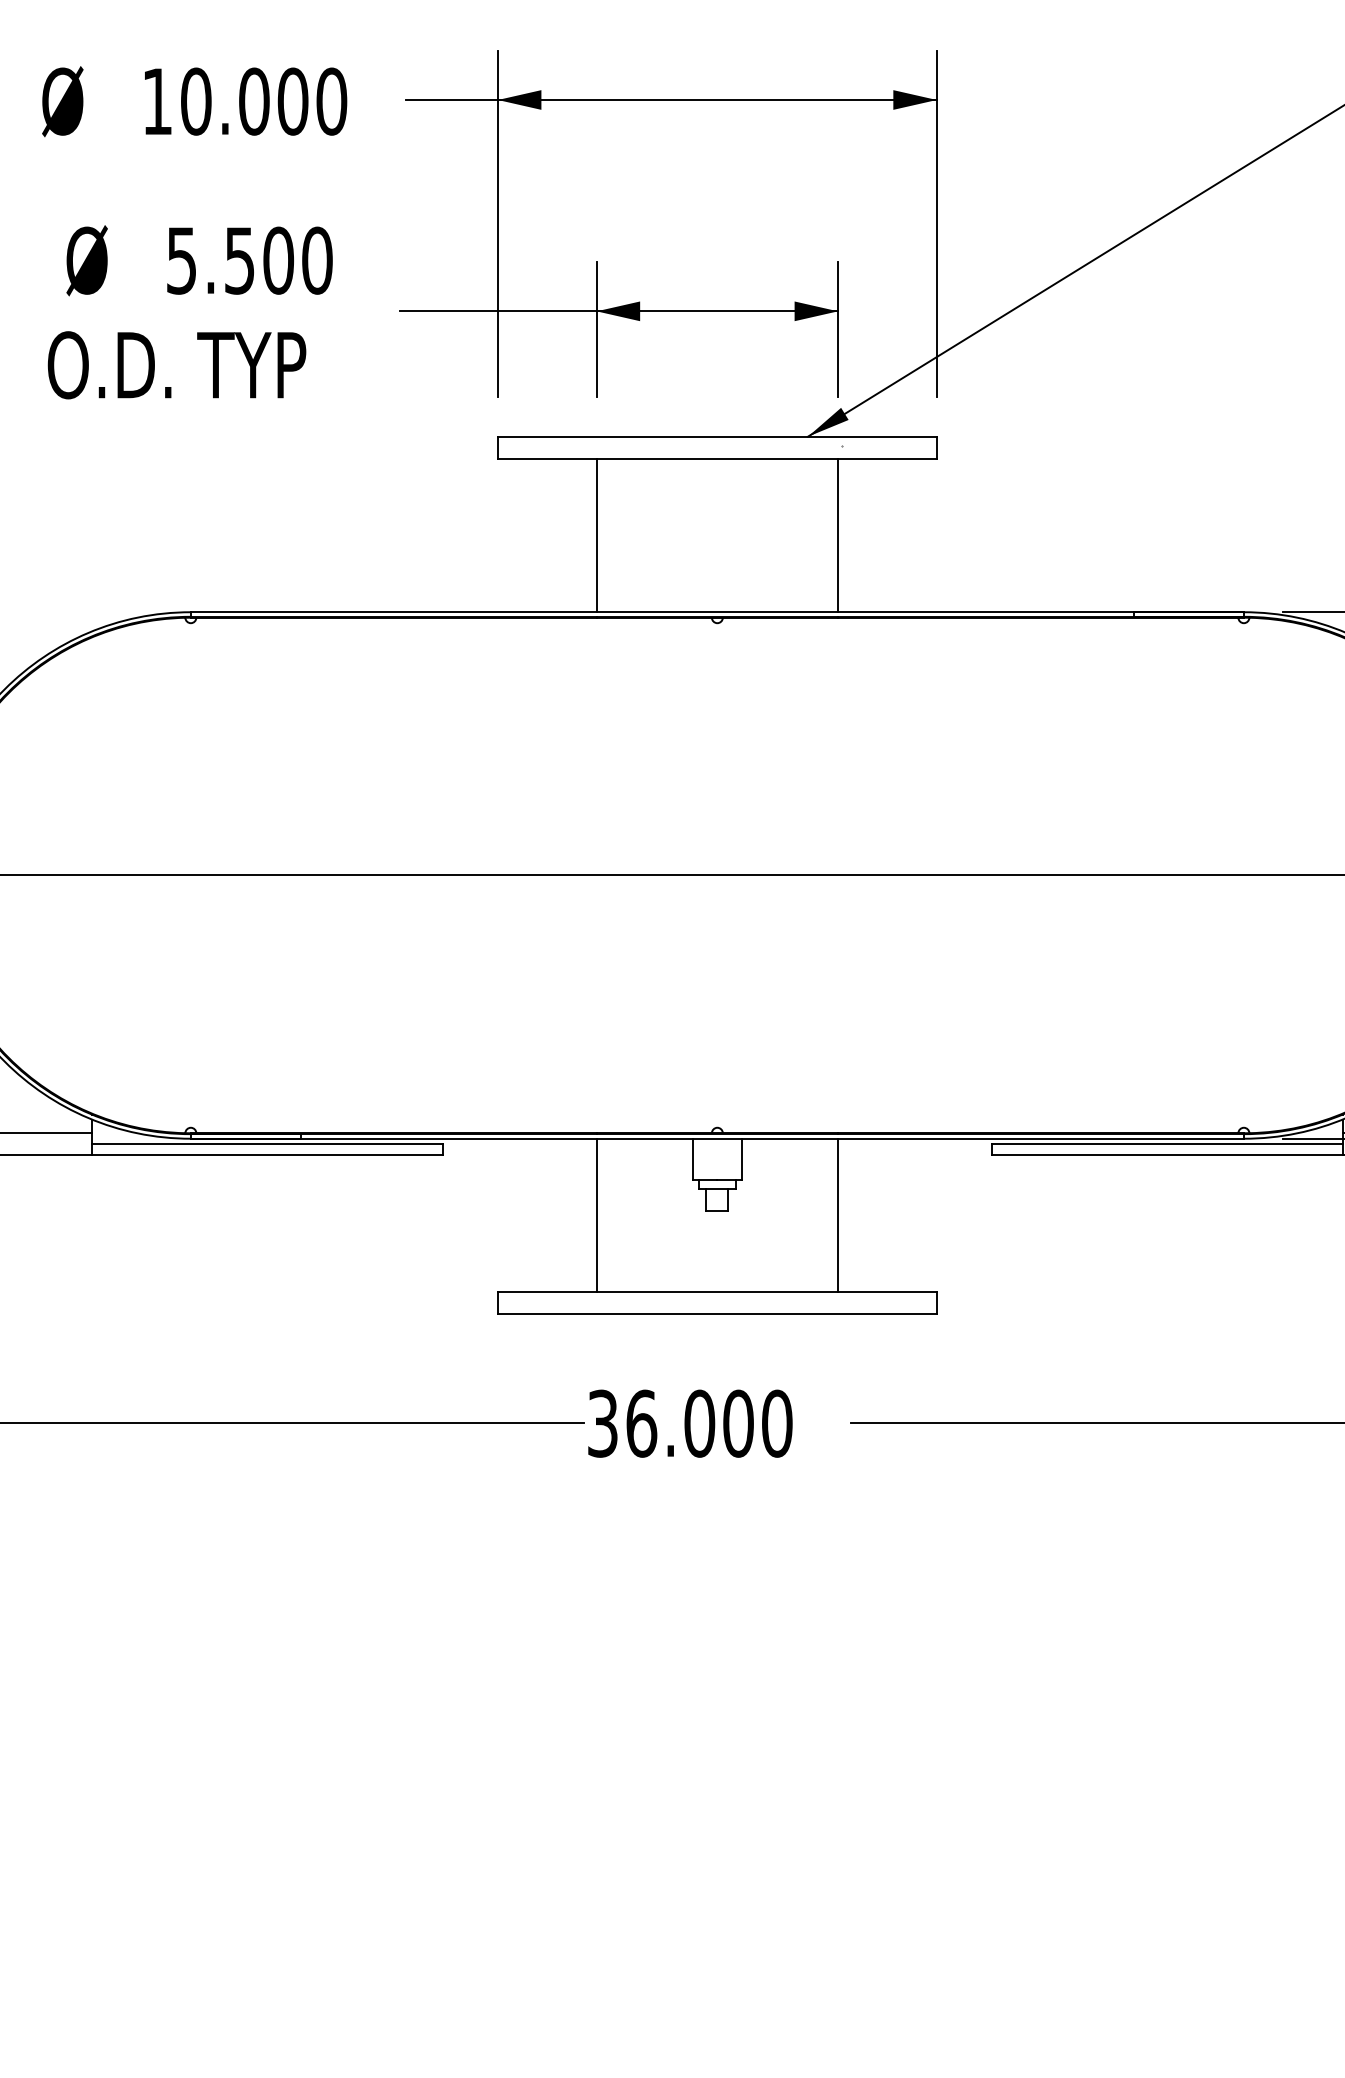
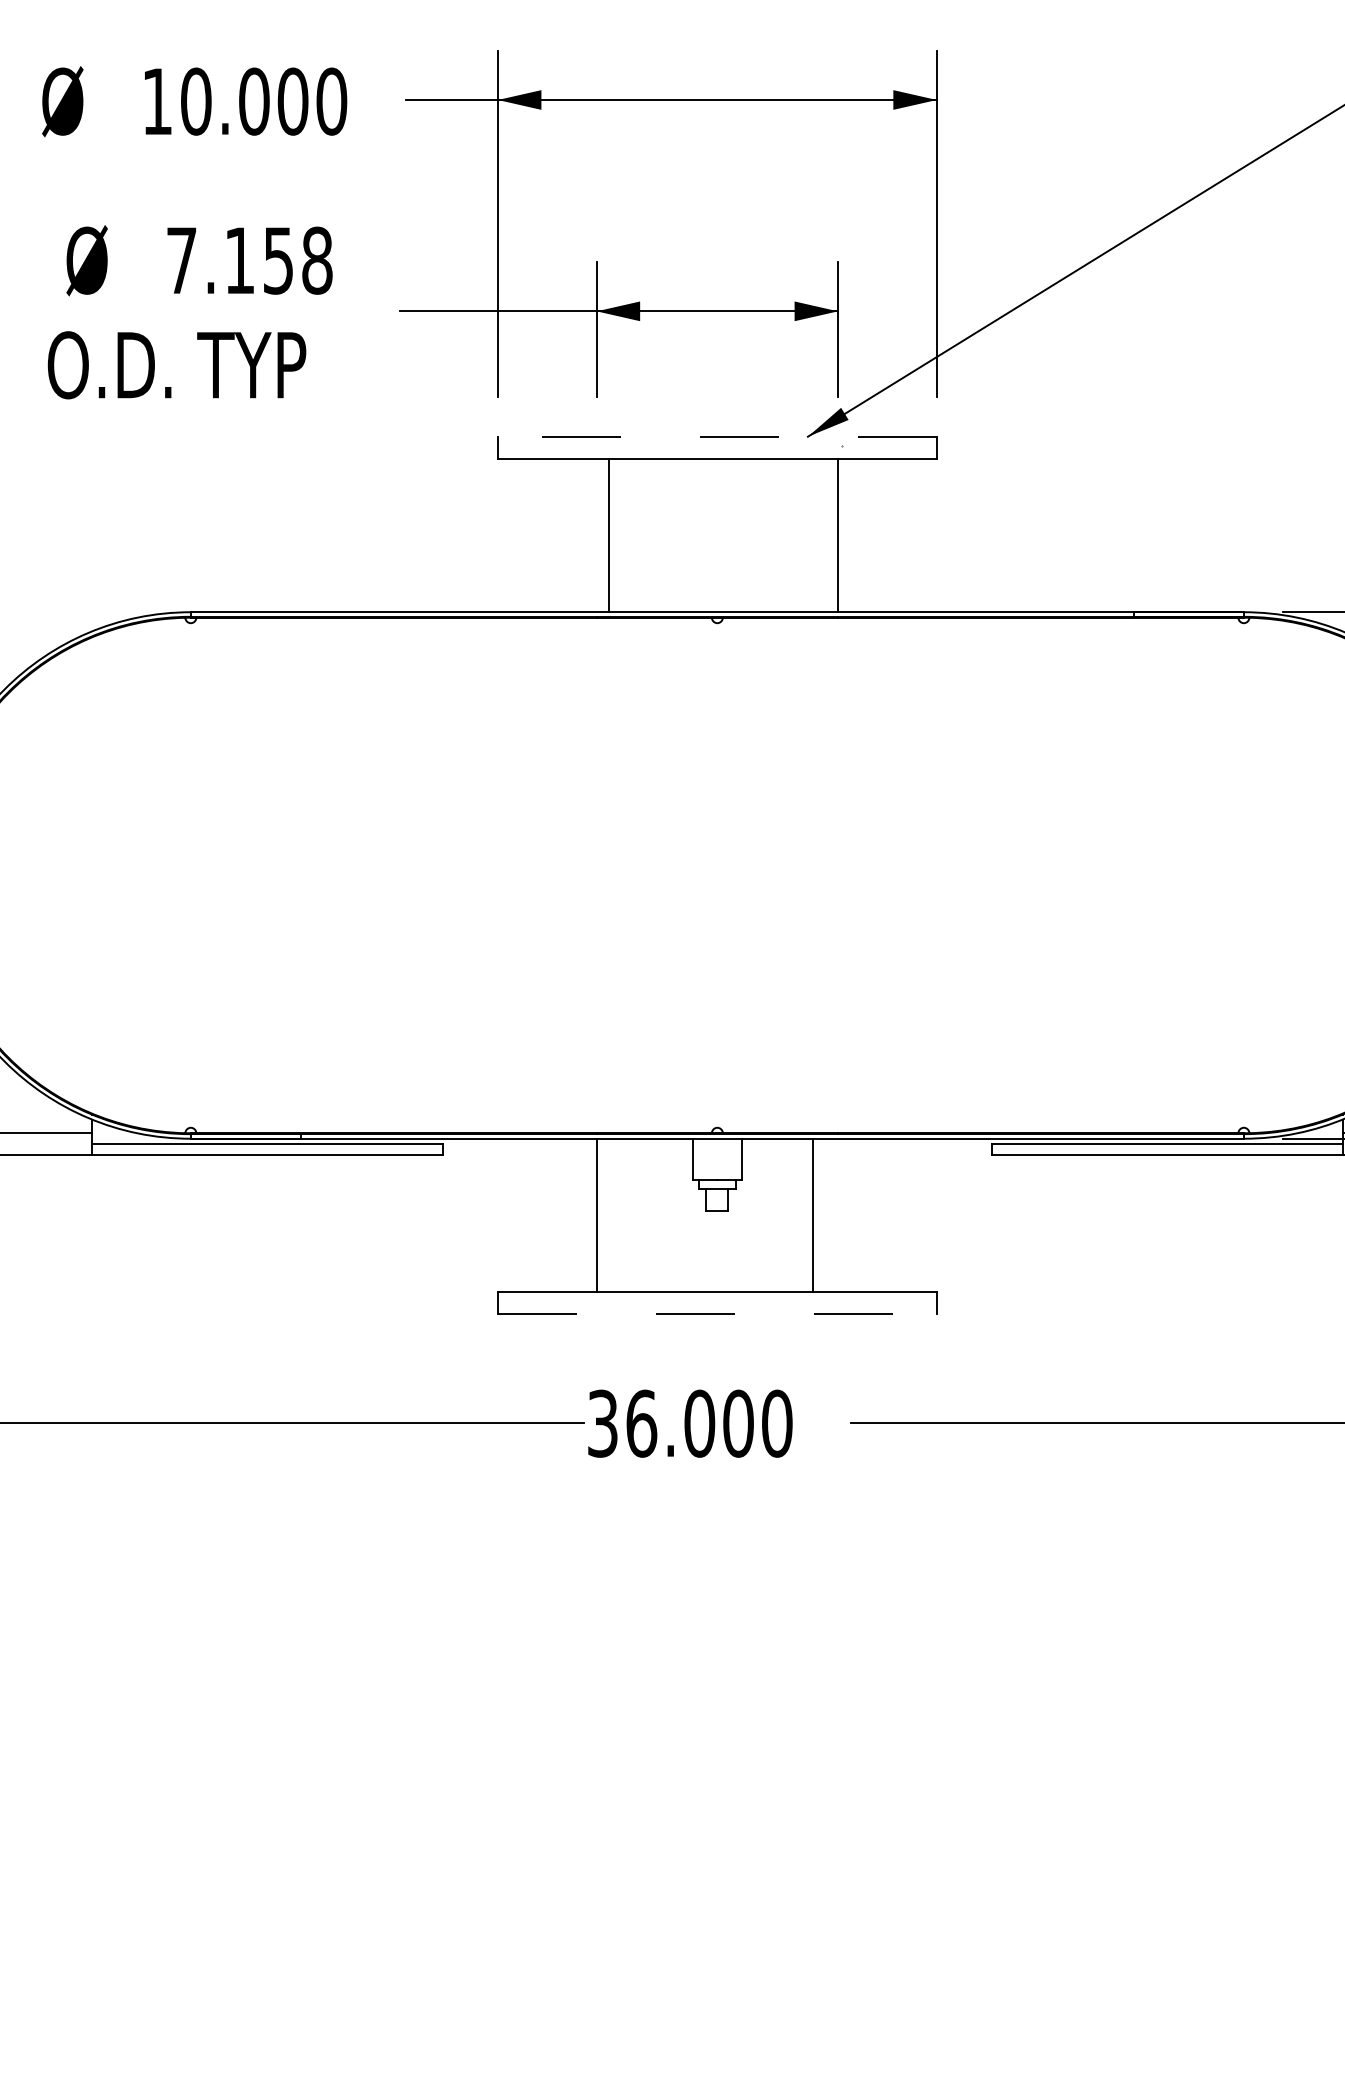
text at (249, 260): 5.500 -> 7.158
line at (716, 436): solid -> dashed
line at (596, 535) position: (596, 535) -> (608, 535)
line at (671, 875): present -> none
line at (838, 1215) position: (838, 1215) -> (813, 1215)
line at (717, 1314): solid -> dashed
